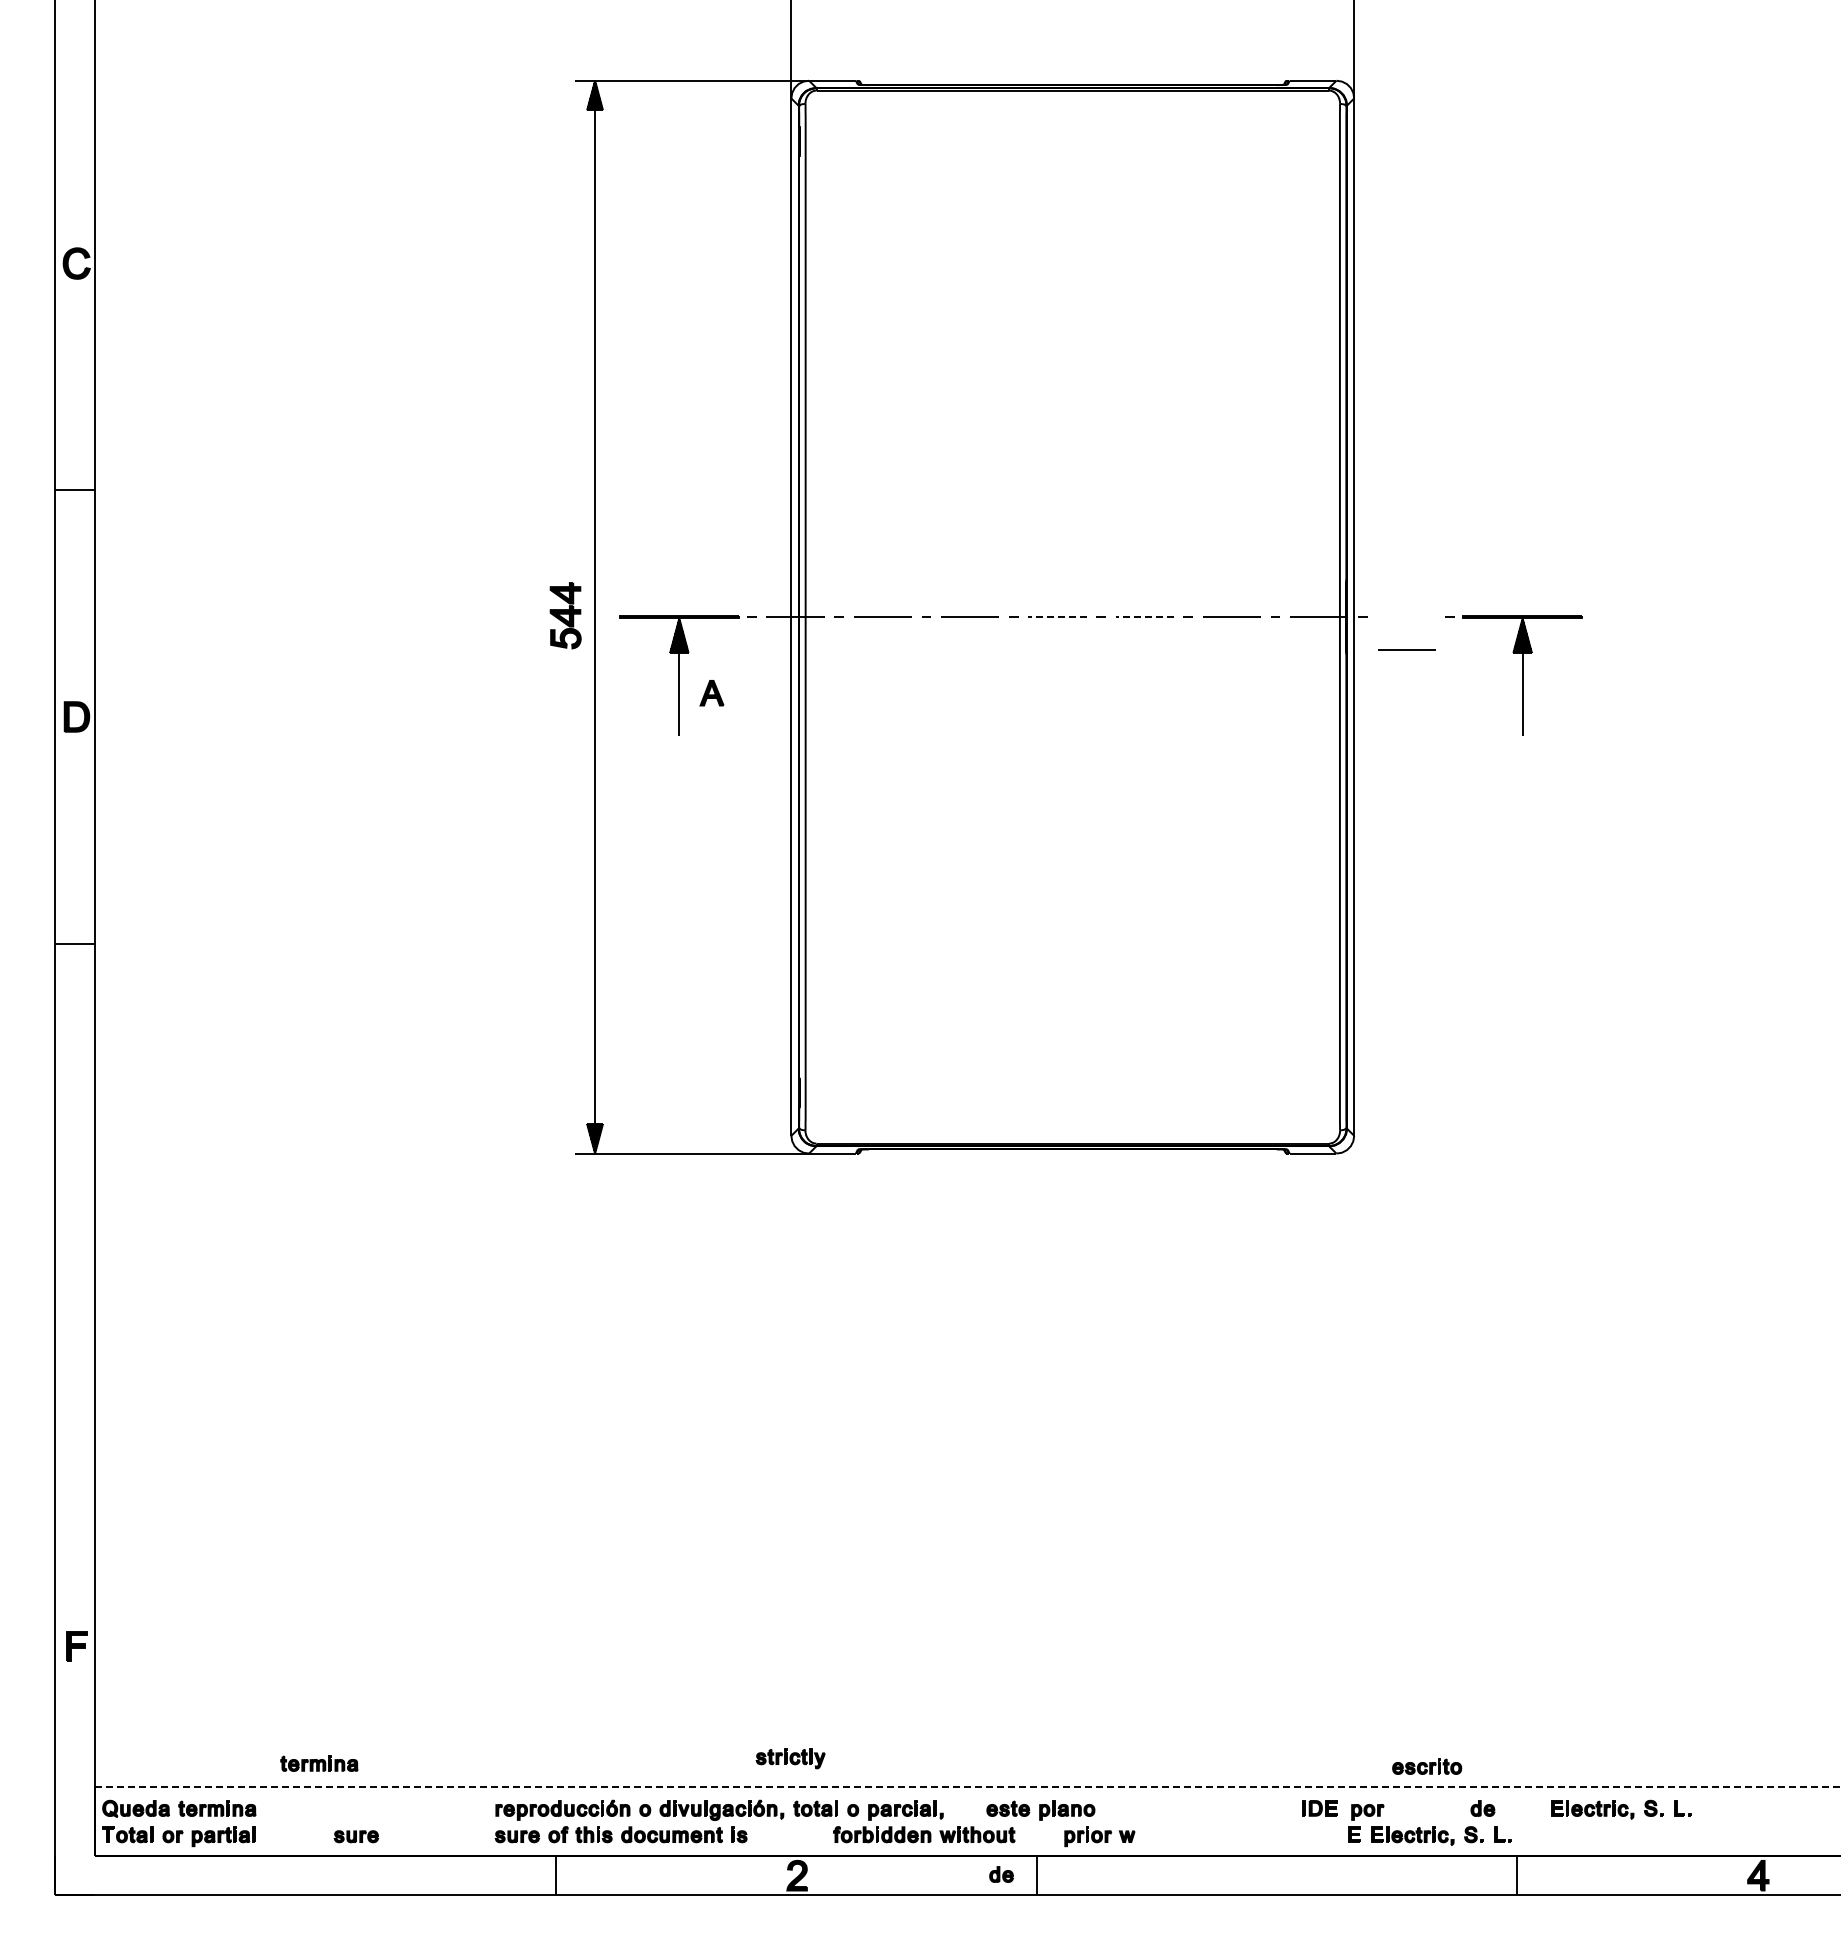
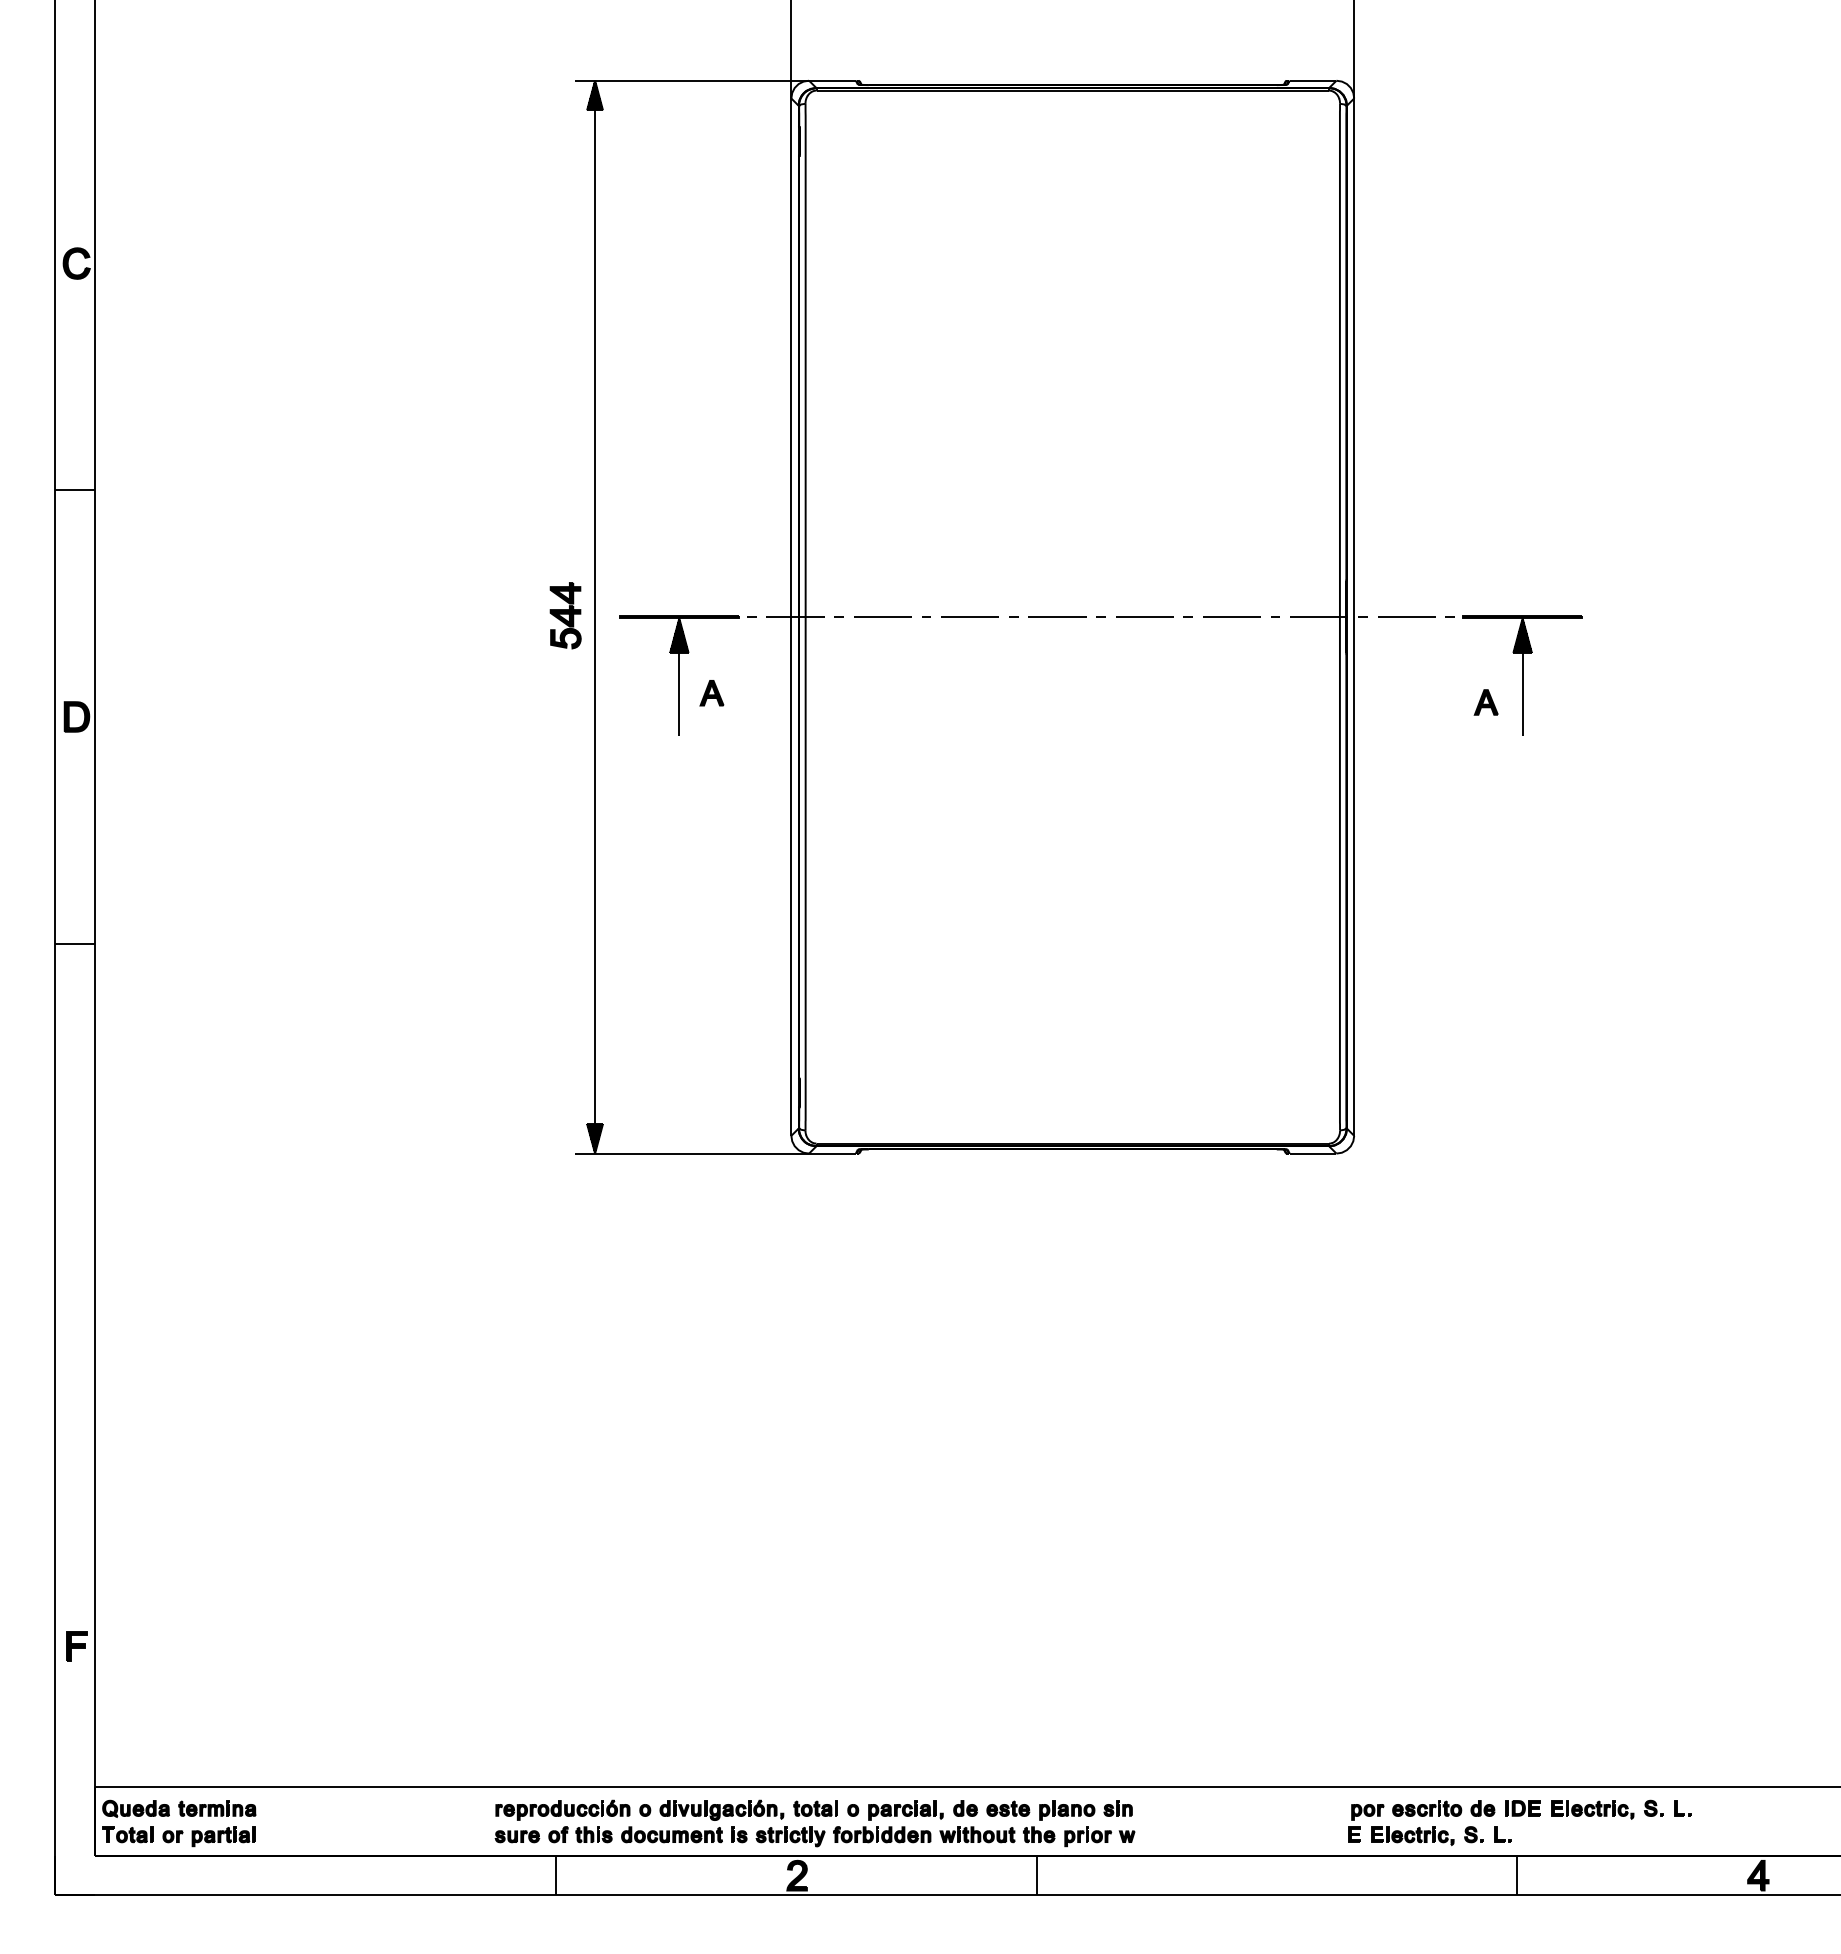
line at (1056, 617): dashed -> solid
line at (1144, 617): dashed -> solid
line at (1406, 649) position: (1406, 649) -> (1406, 616)
part at (1485, 702): none -> present
part at (790, 1758) position: (790, 1758) -> (790, 1836)
part at (319, 1763): present -> none
part at (1427, 1766) position: (1427, 1766) -> (1427, 1808)
line at (968, 1786): dashed -> solid
part at (1117, 1808): none -> present
part at (1319, 1808) position: (1319, 1808) -> (1522, 1808)
part at (1039, 1834): none -> present
part at (356, 1836): present -> none
part at (1001, 1874) position: (1001, 1874) -> (965, 1808)
